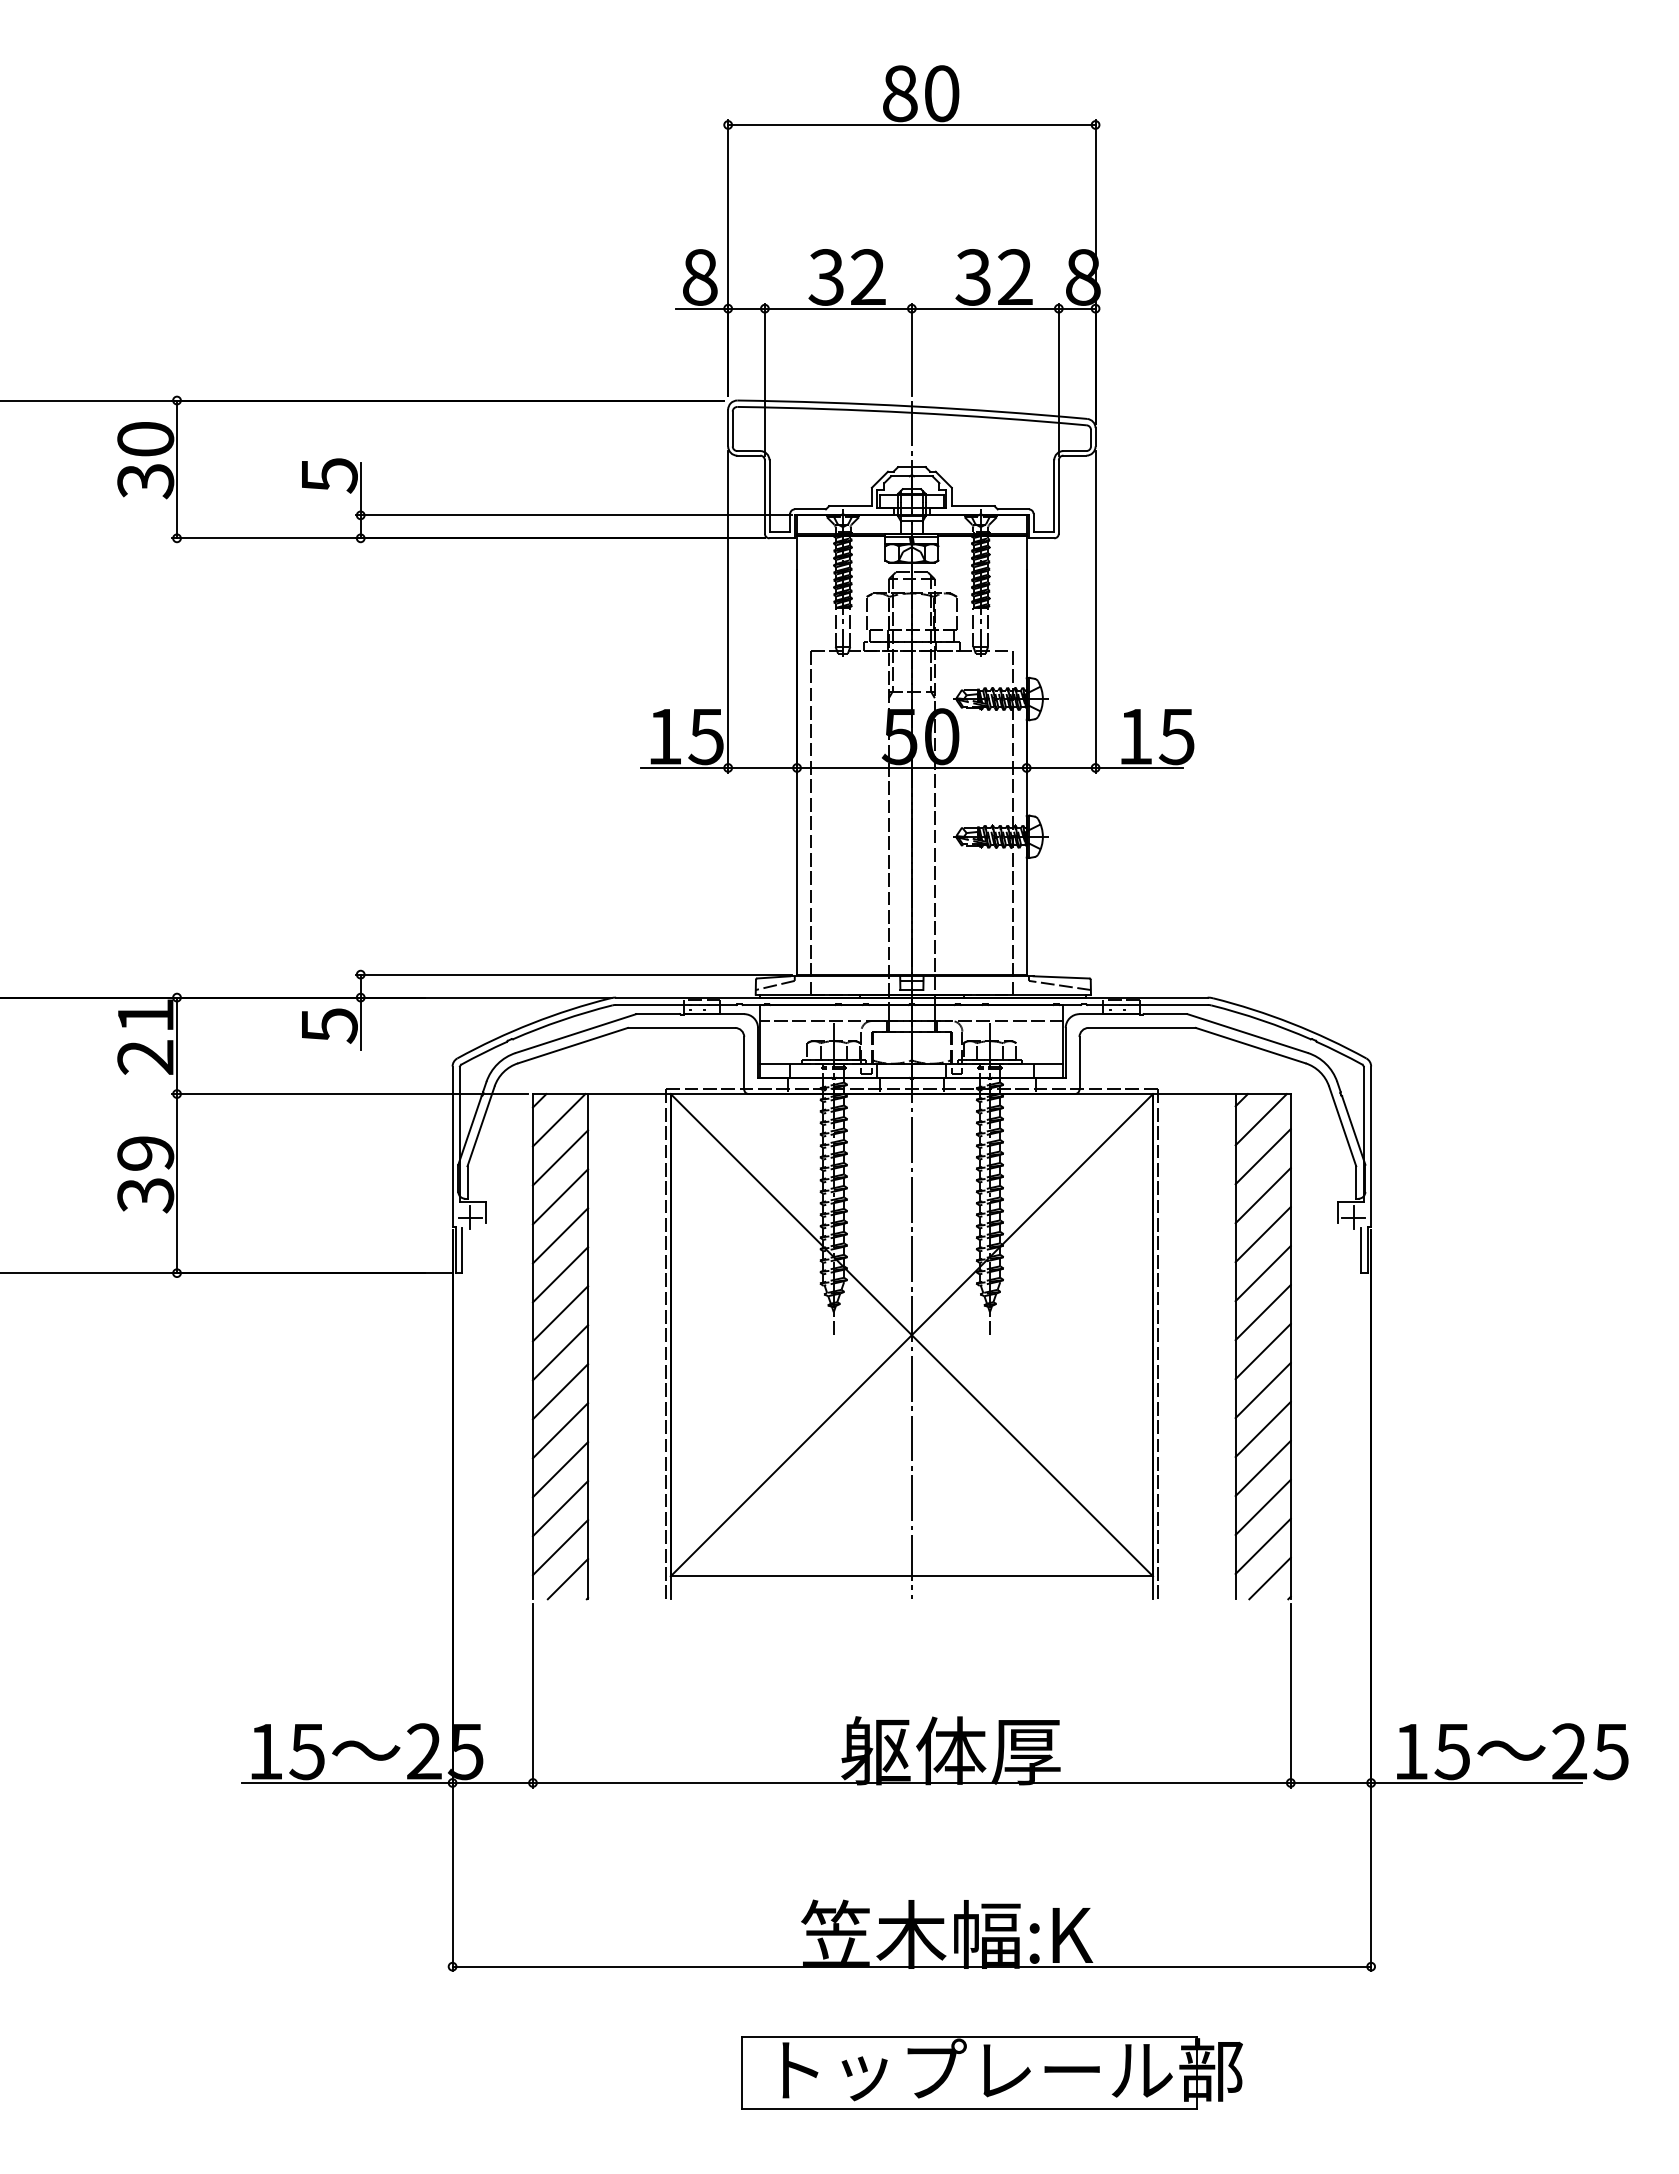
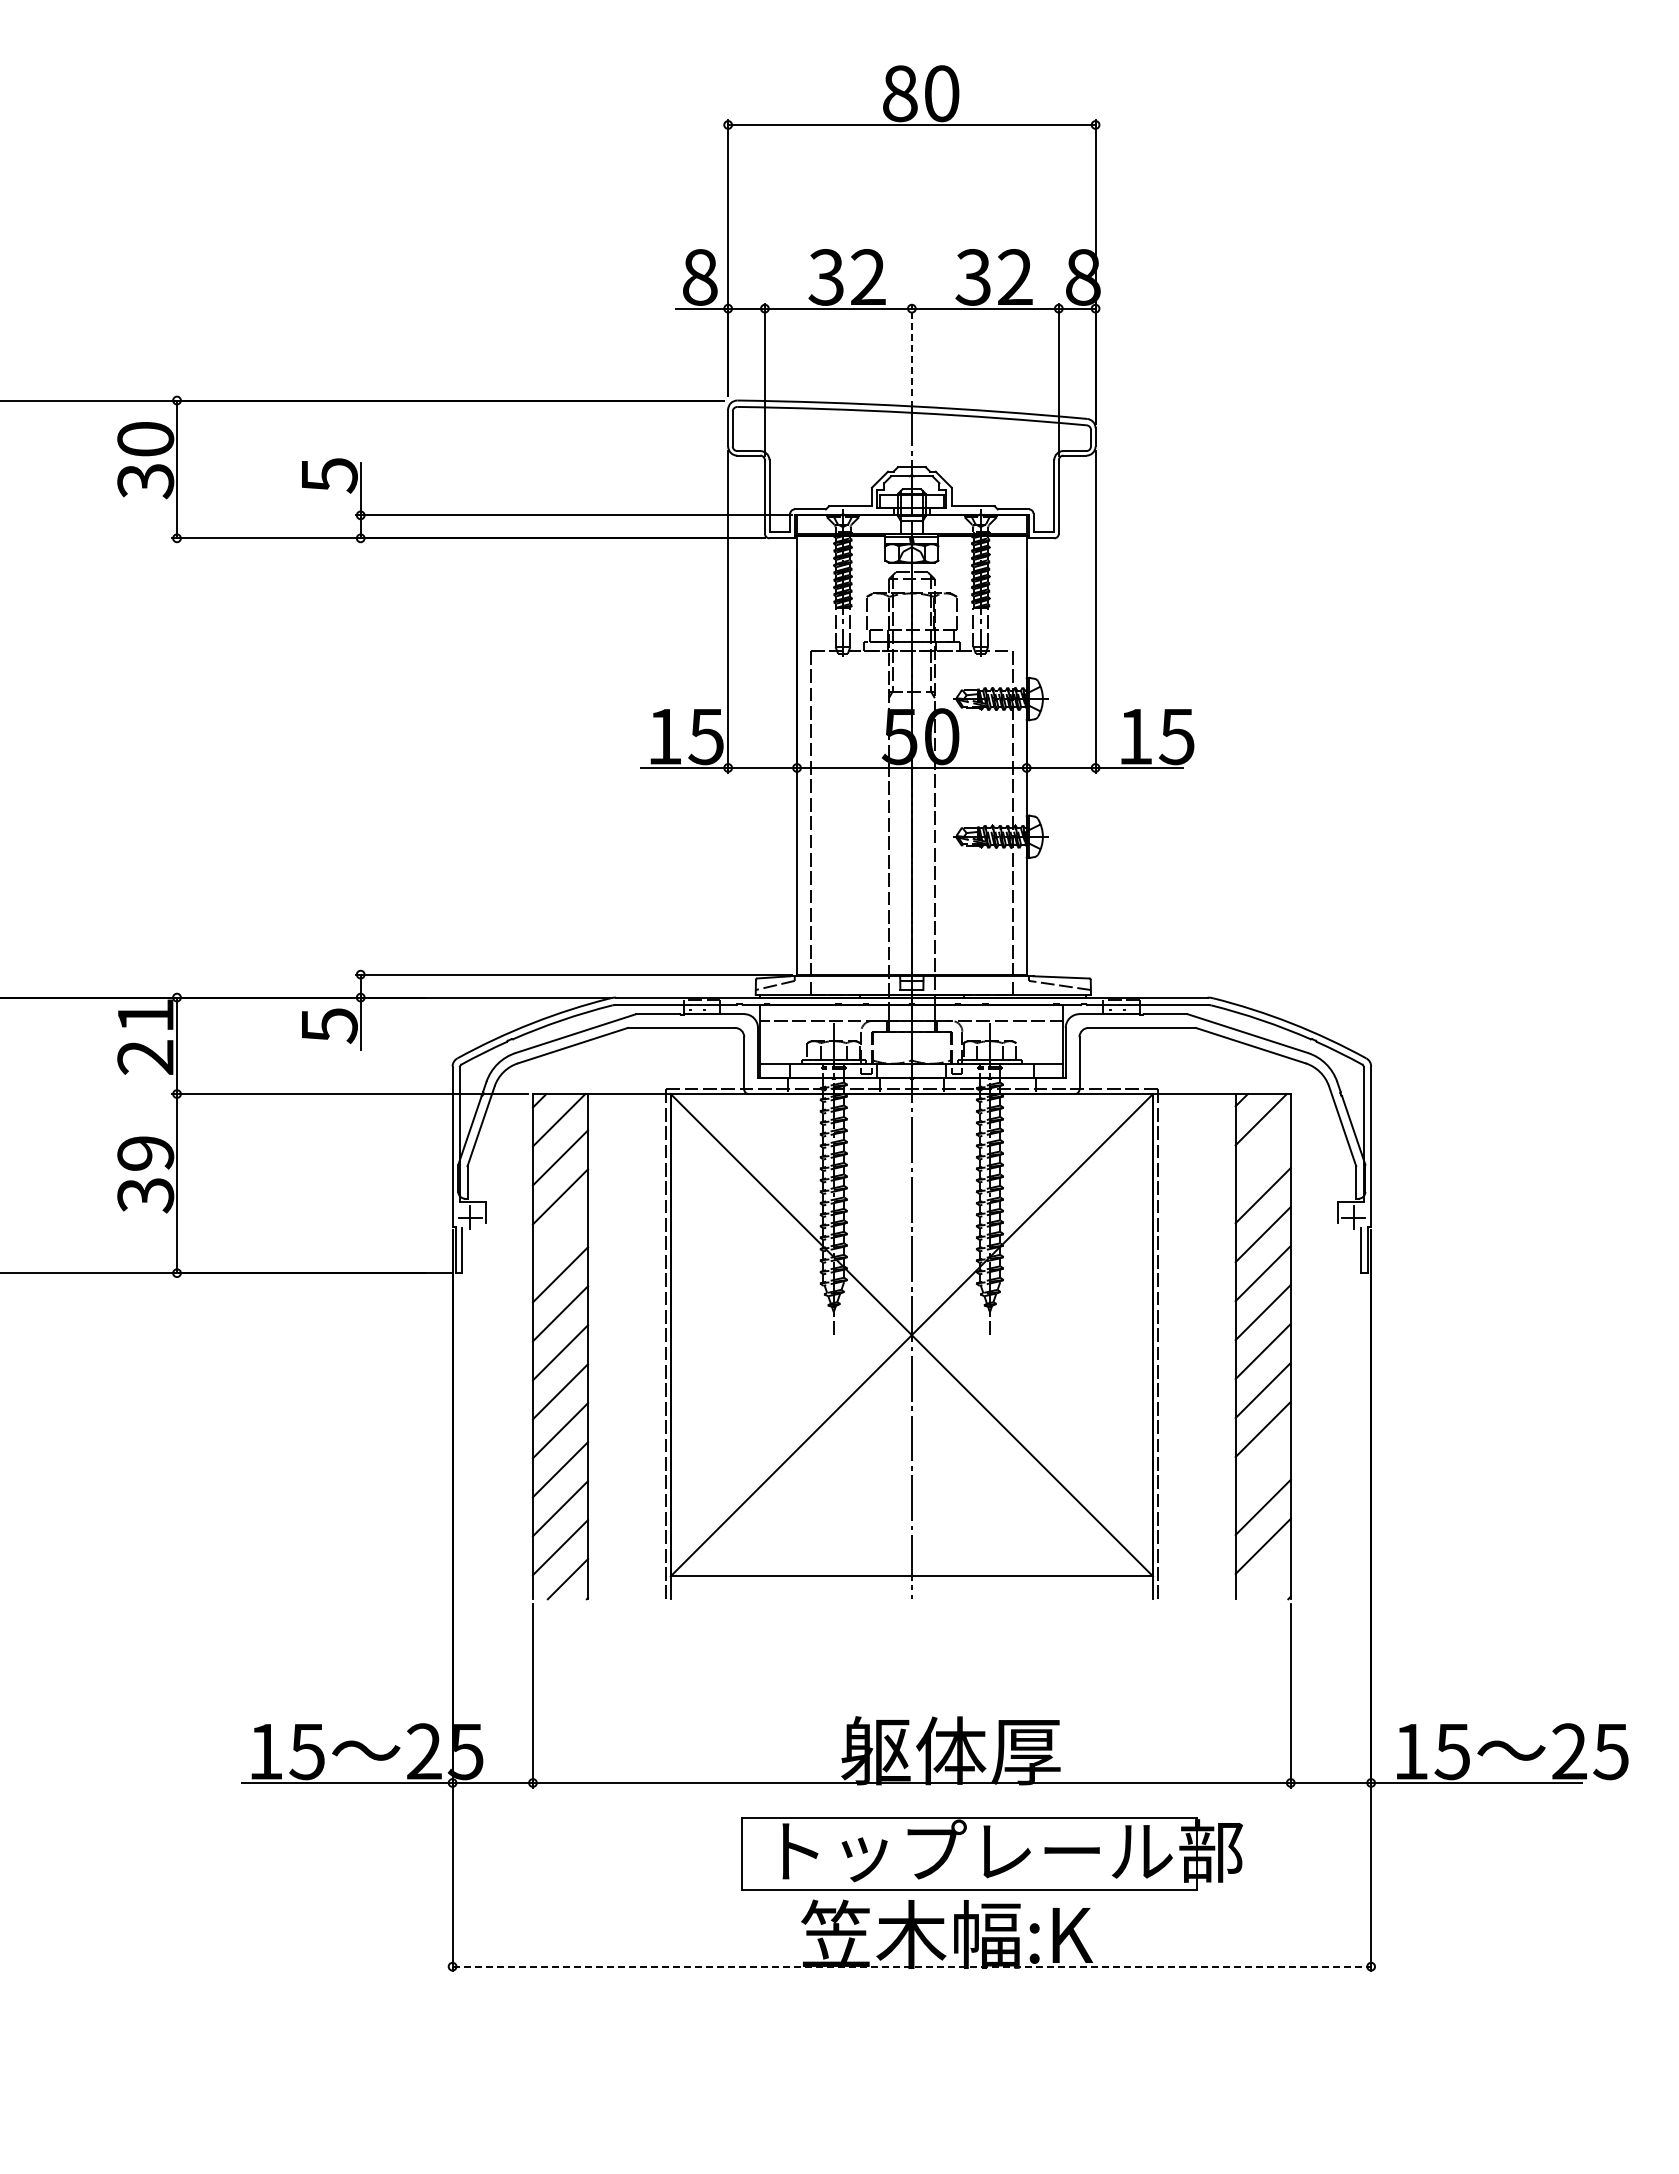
line at (911, 350): solid -> dashed
line at (1262, 1156): present -> none
line at (560, 1235): present -> none
line at (1262, 1468): present -> none
line at (1269, 1578): present -> none
line at (912, 1966): solid -> dashed
part at (991, 2072) position: (991, 2072) -> (991, 1853)
